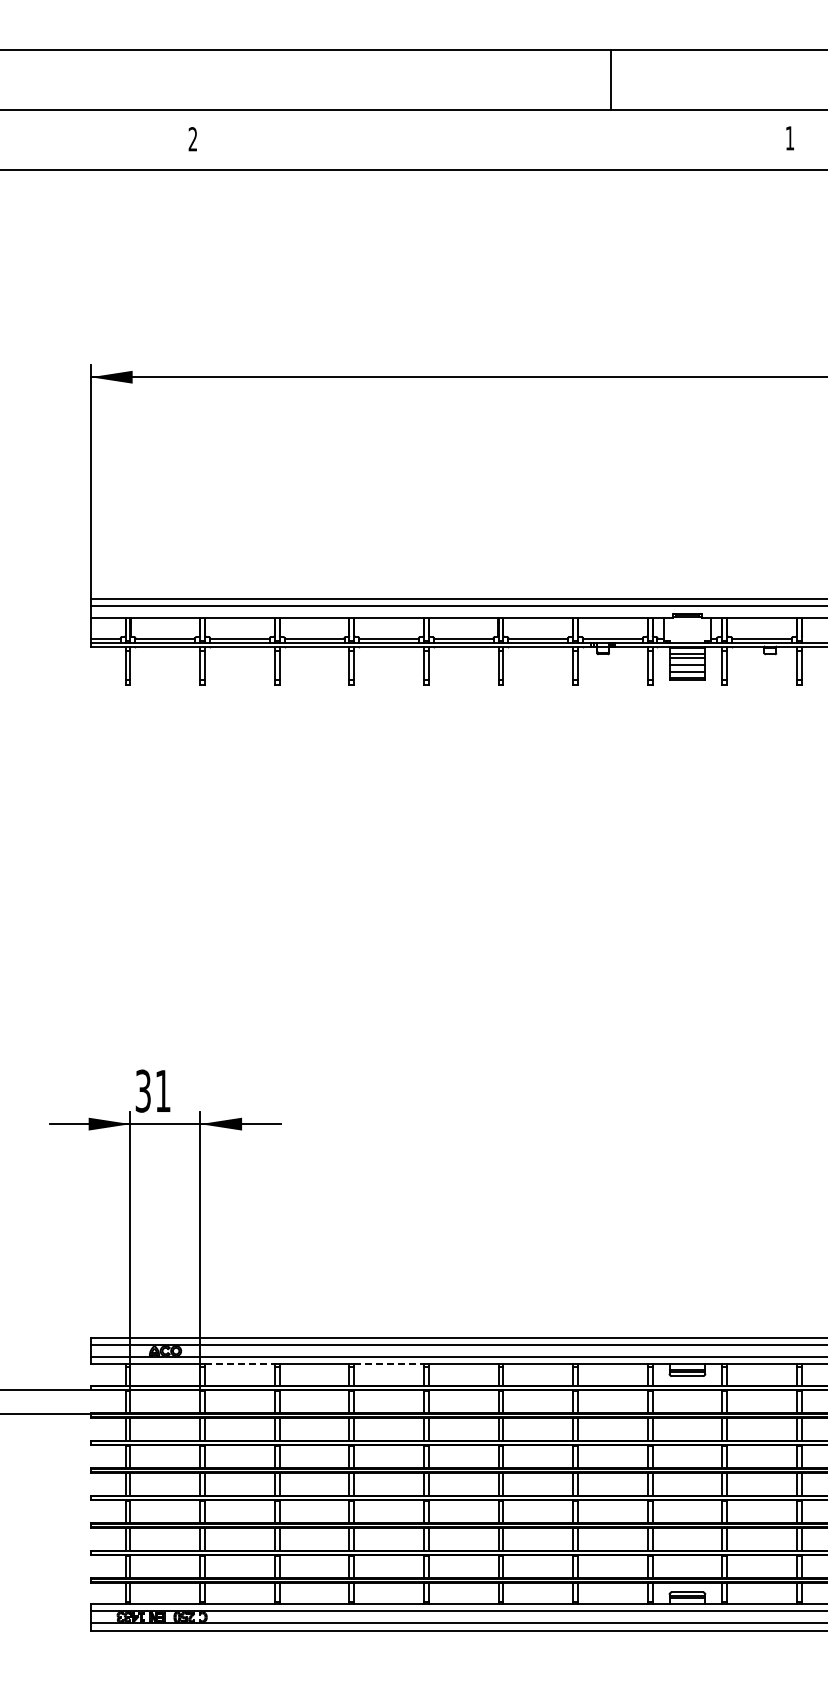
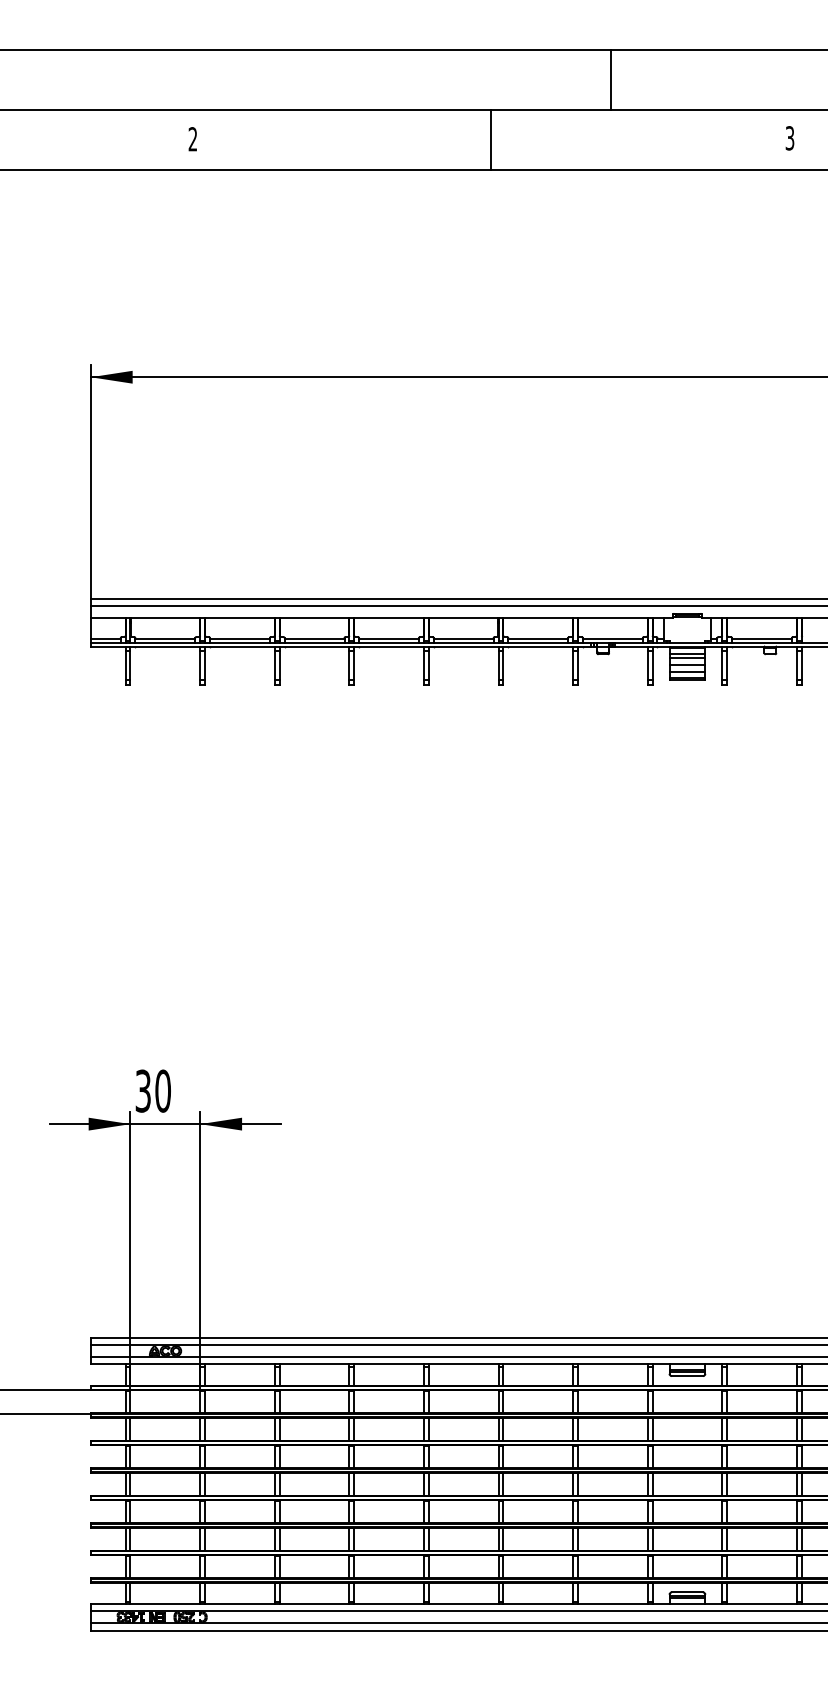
text at (789, 138): 1 -> 3
line at (491, 139): none -> present
text at (162, 1090): 31 -> 30
line at (239, 1364): dashed -> solid
line at (389, 1364): dashed -> solid
